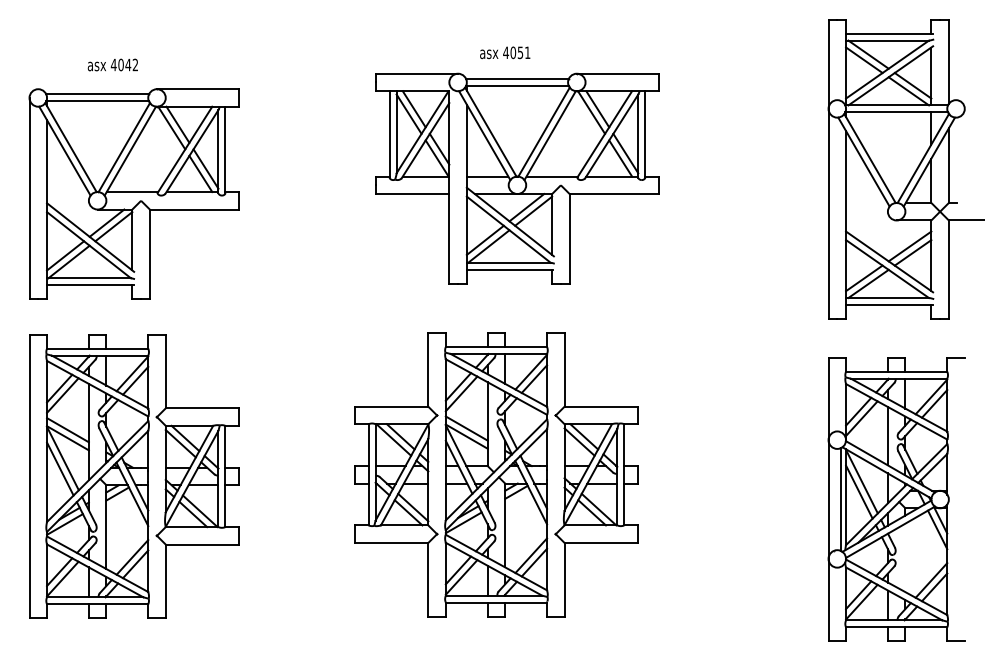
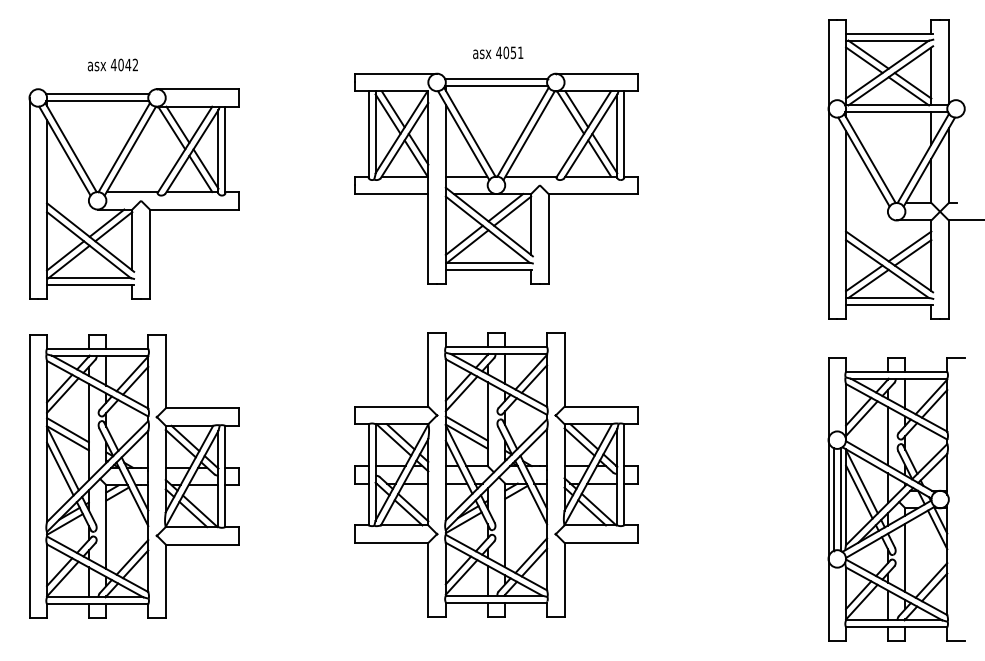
text at (505, 52) position: (505, 52) -> (498, 52)
part at (517, 178) position: (517, 178) -> (496, 178)
line at (833, 499): none -> present
line at (905, 557): none -> present
